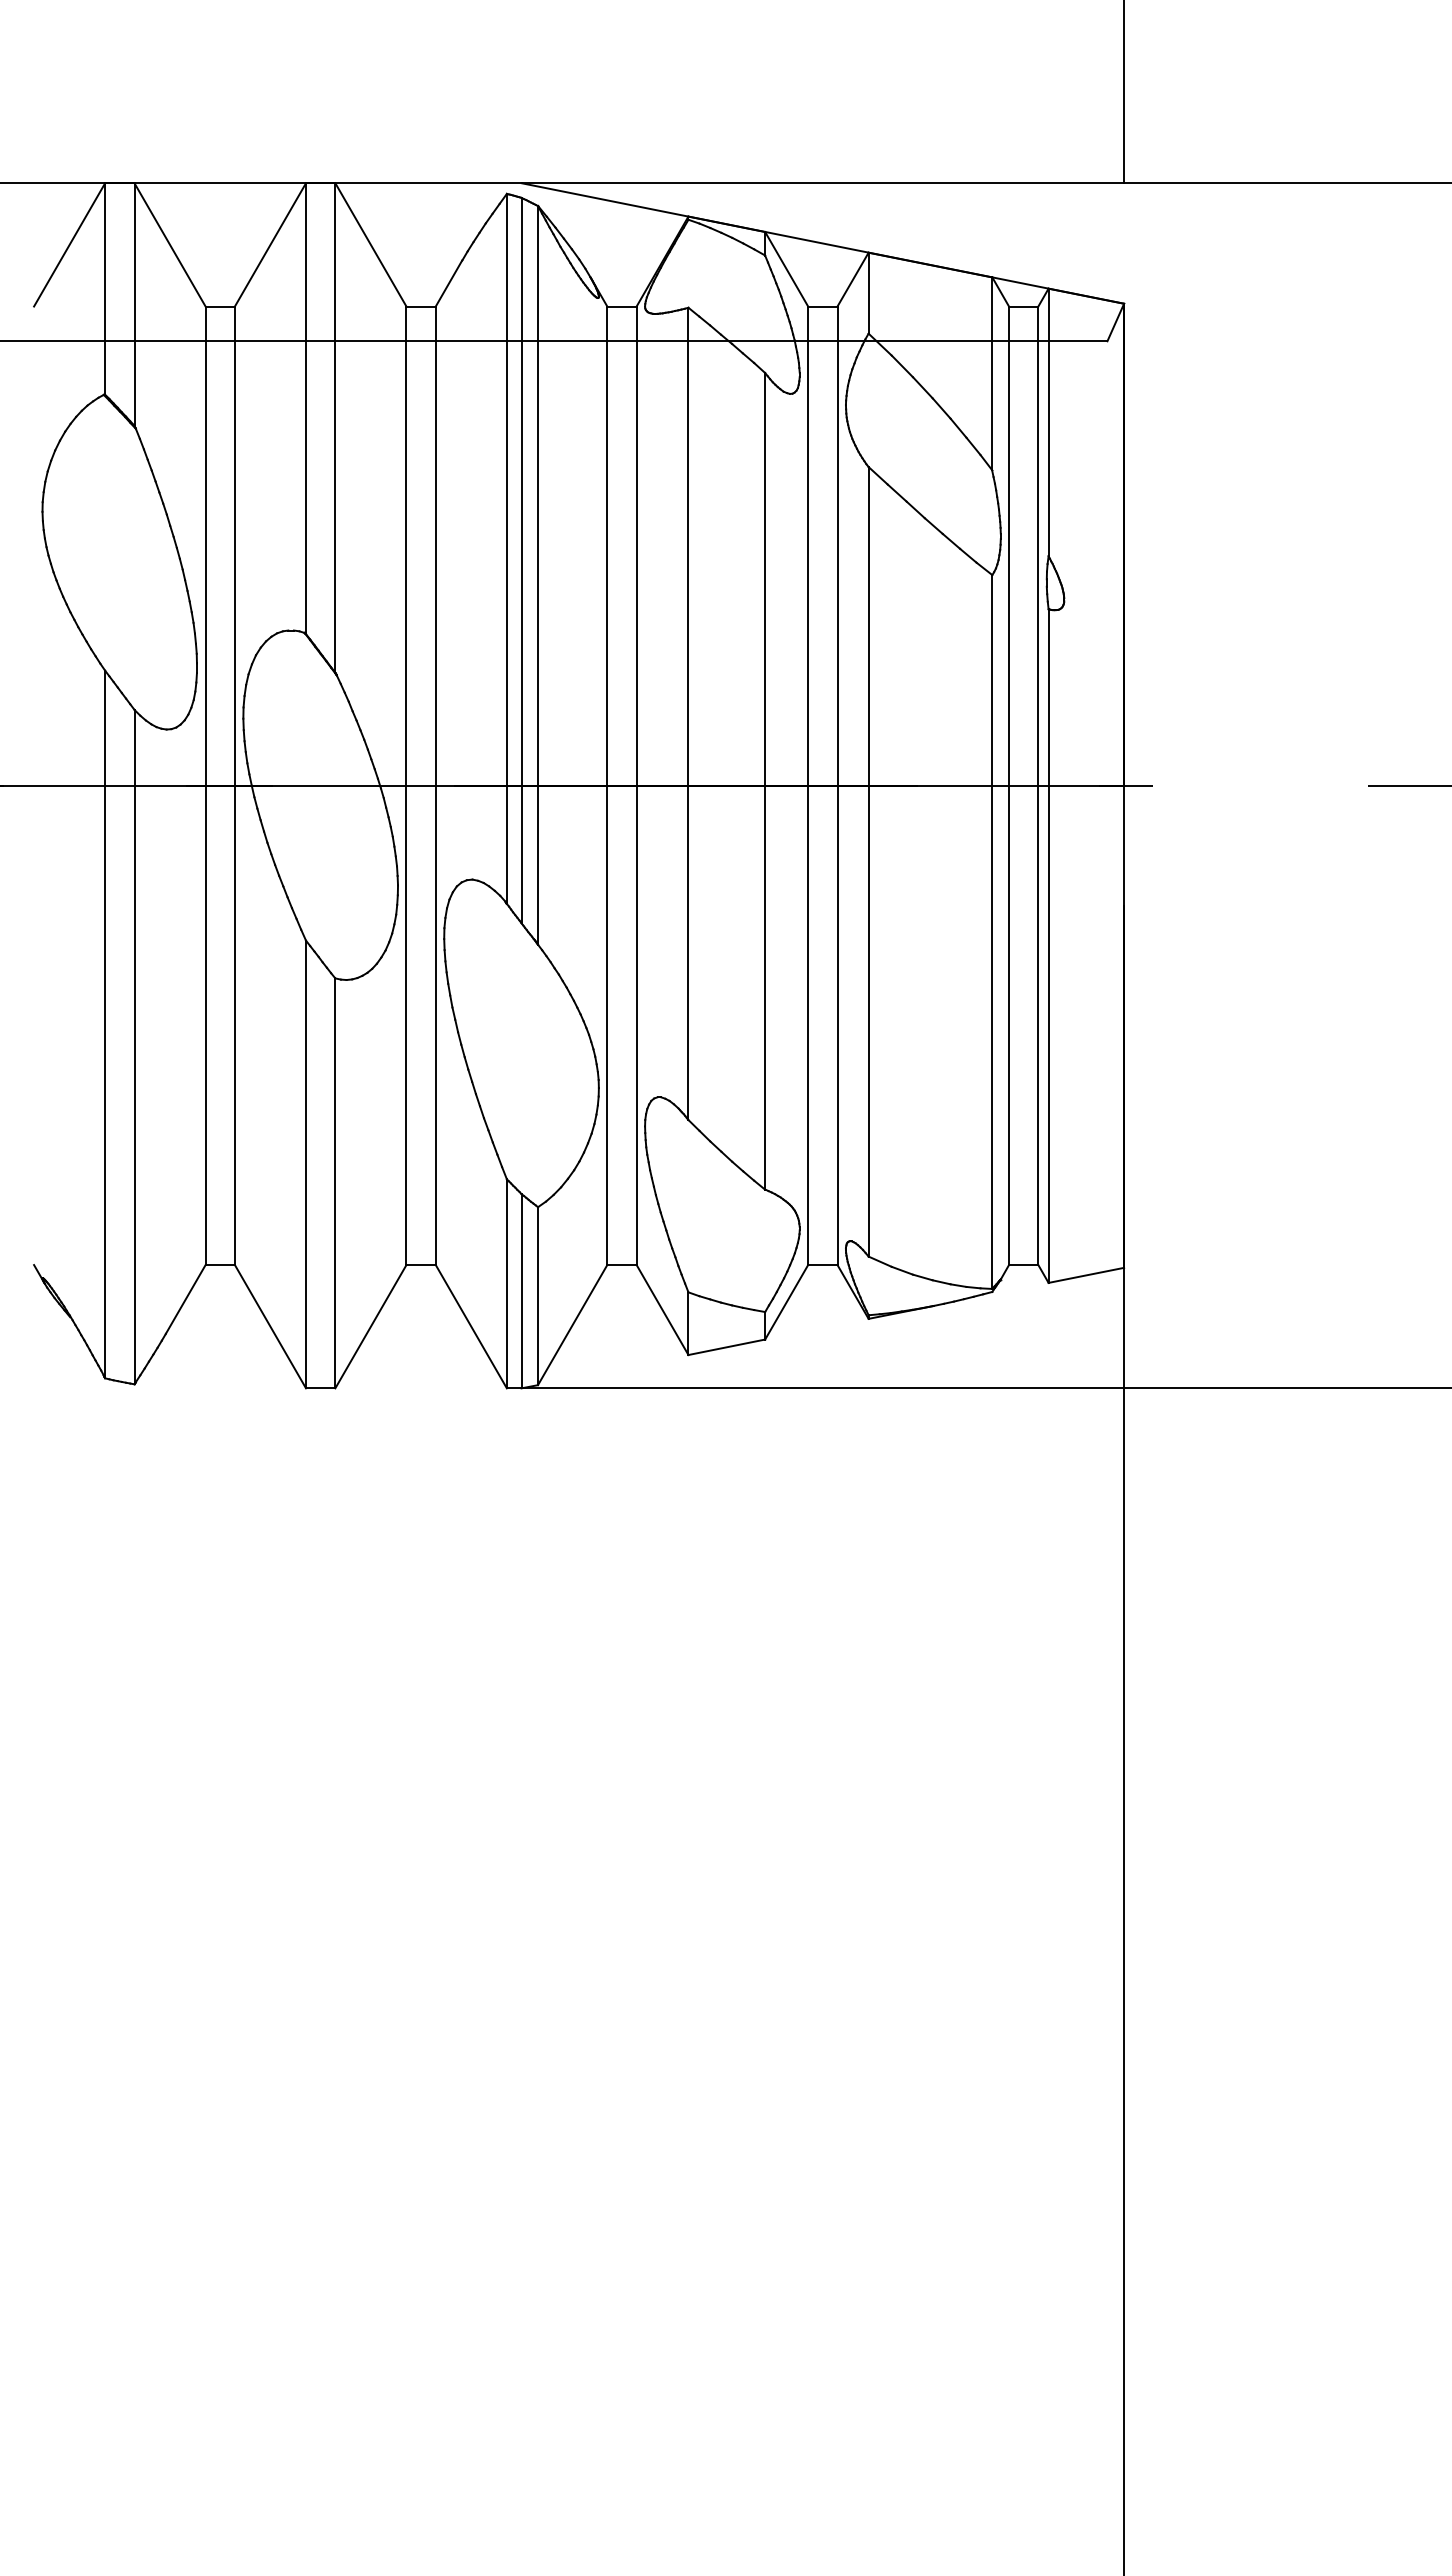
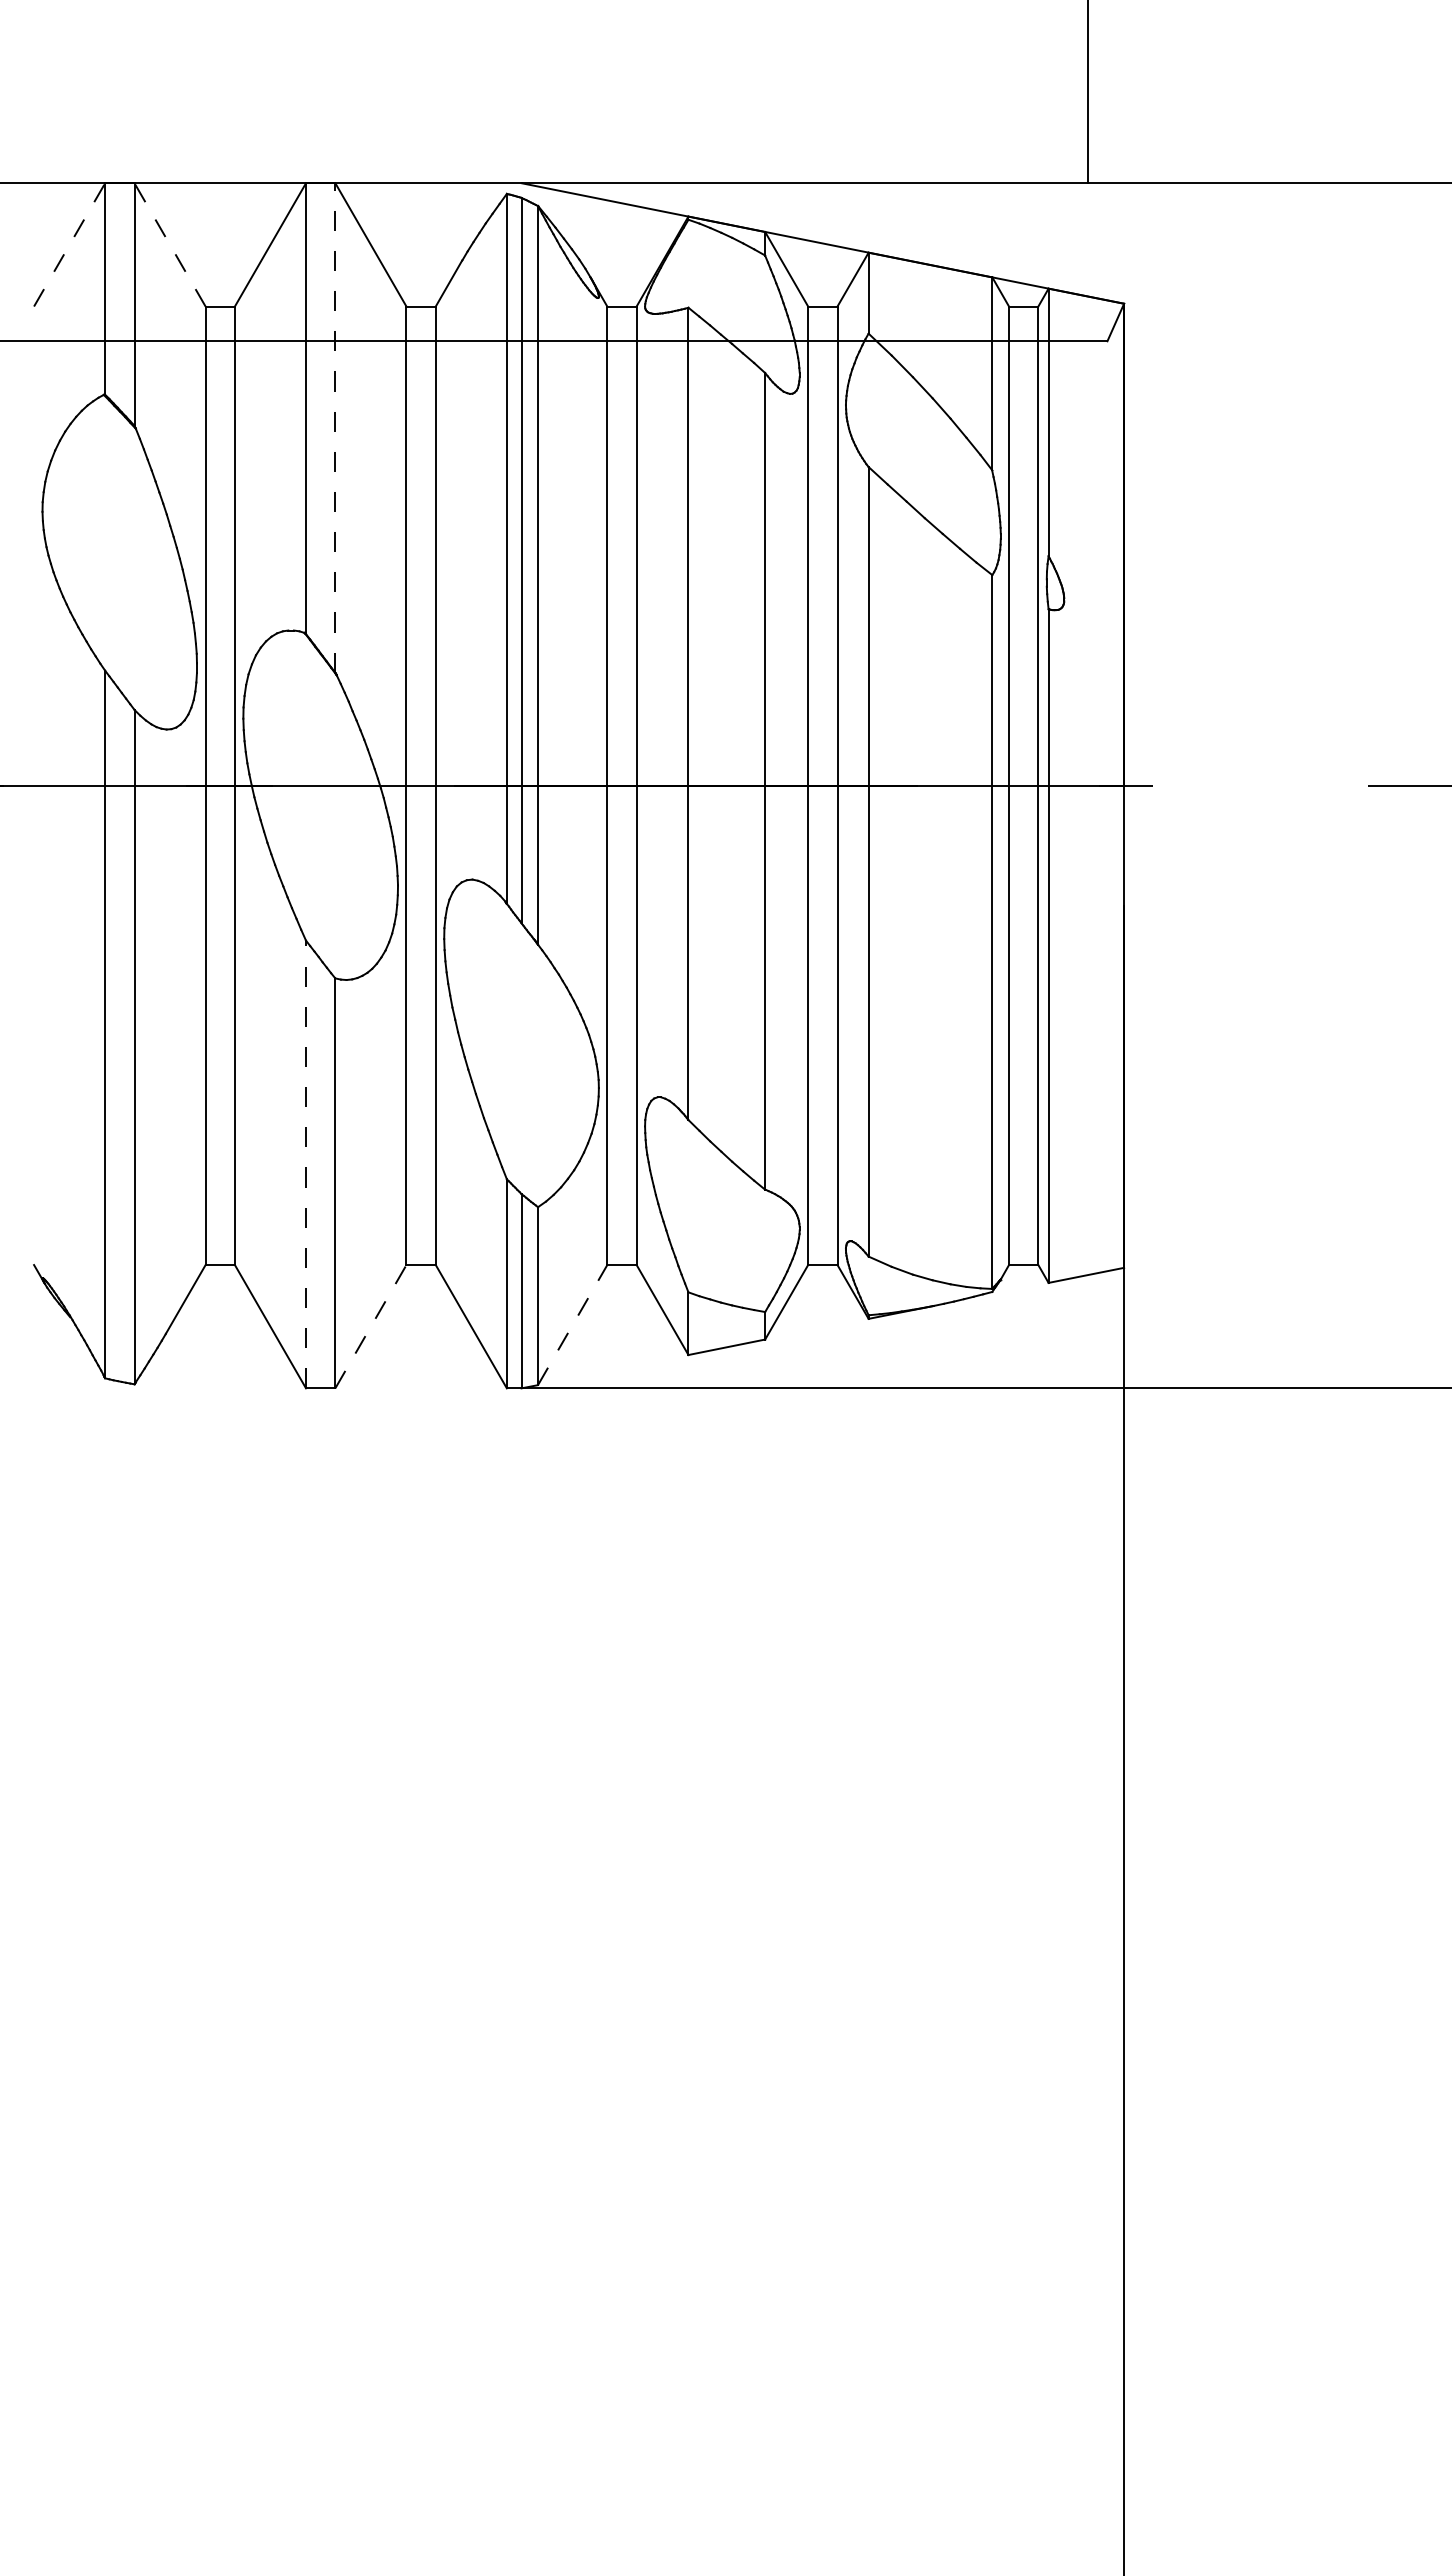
line at (1124, 92) position: (1124, 92) -> (1088, 92)
line at (69, 244): solid -> dashed
line at (169, 244): solid -> dashed
line at (335, 427): solid -> dashed
line at (306, 1164): solid -> dashed
line at (572, 1324): solid -> dashed
line at (371, 1326): solid -> dashed
